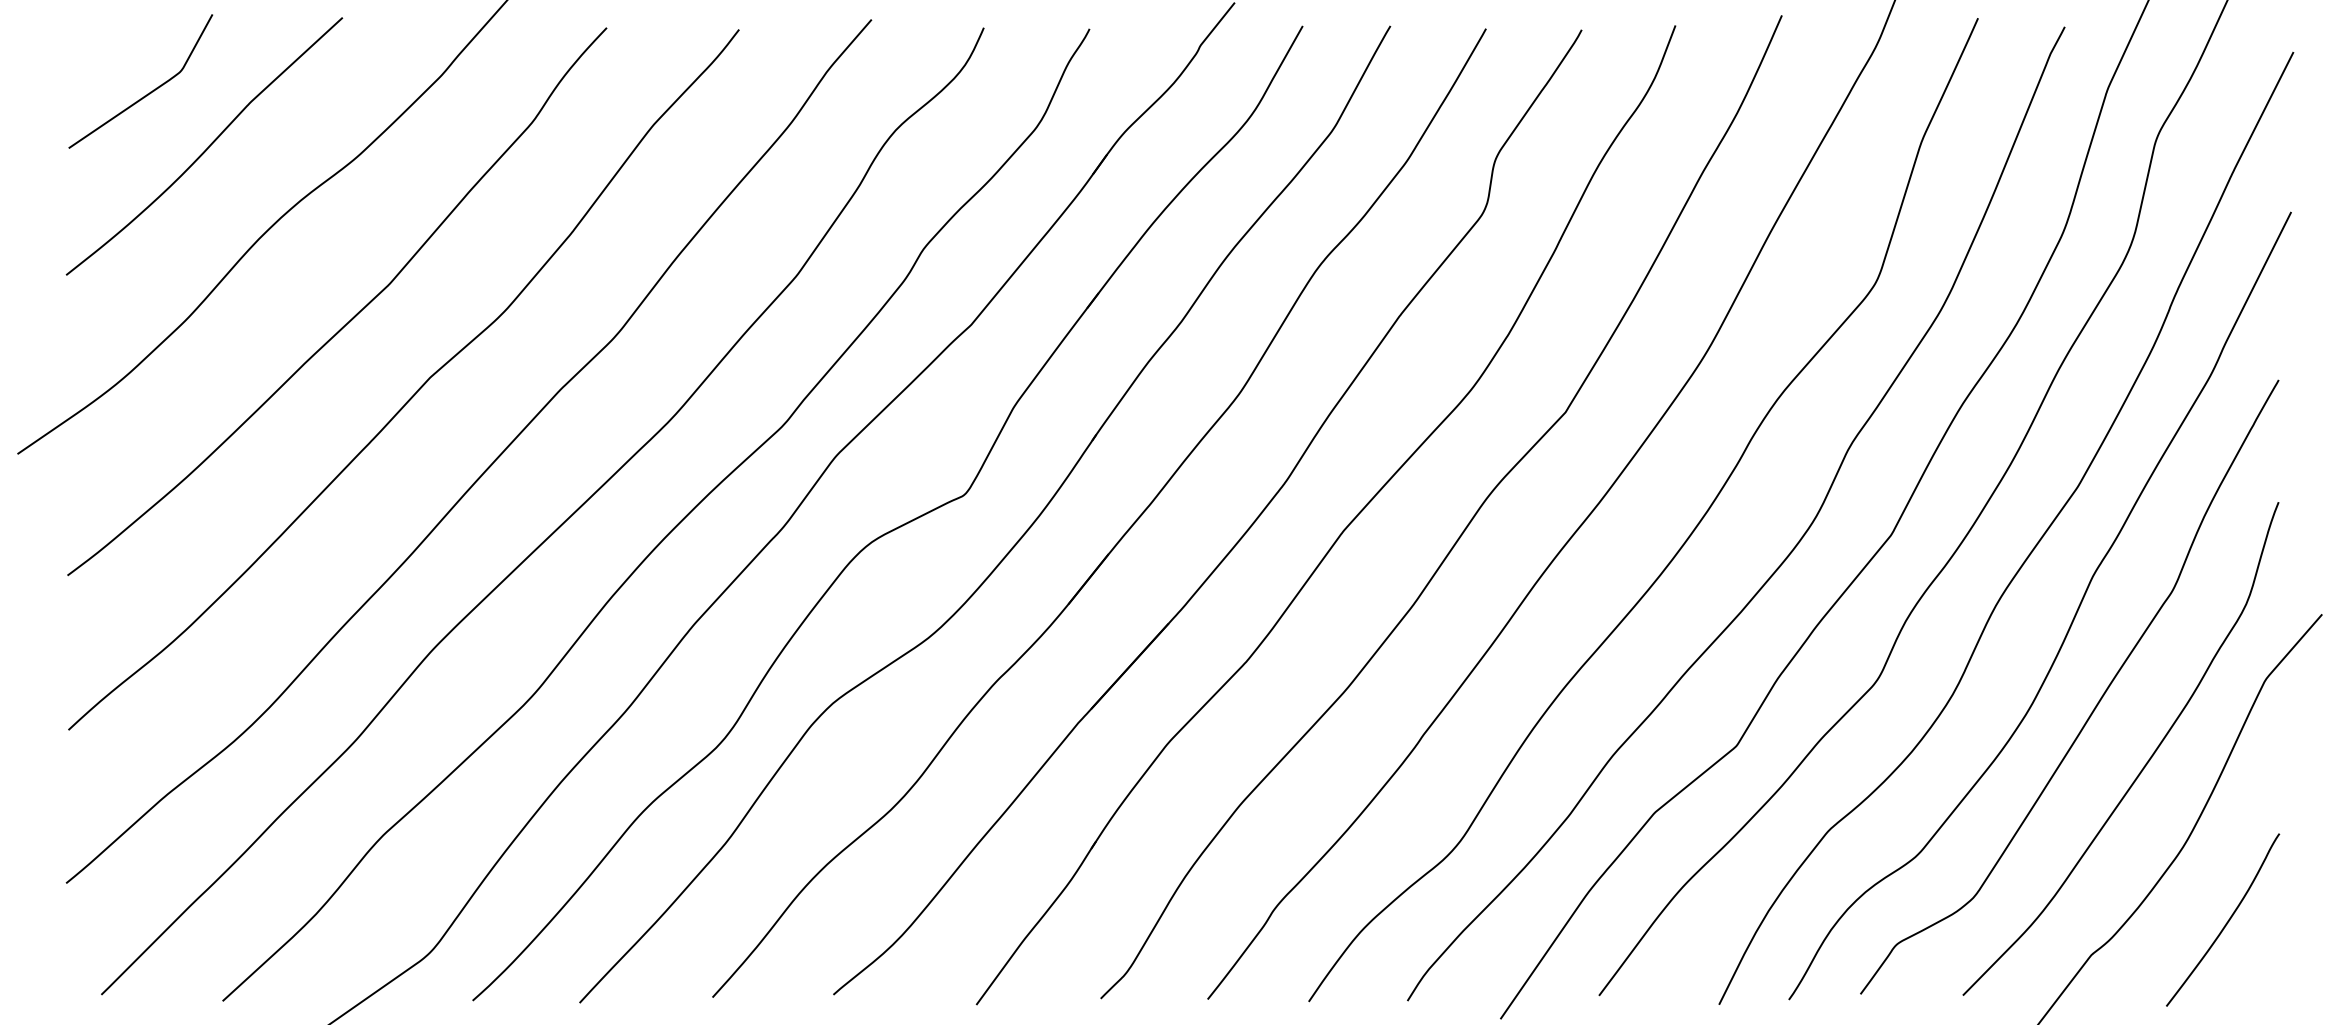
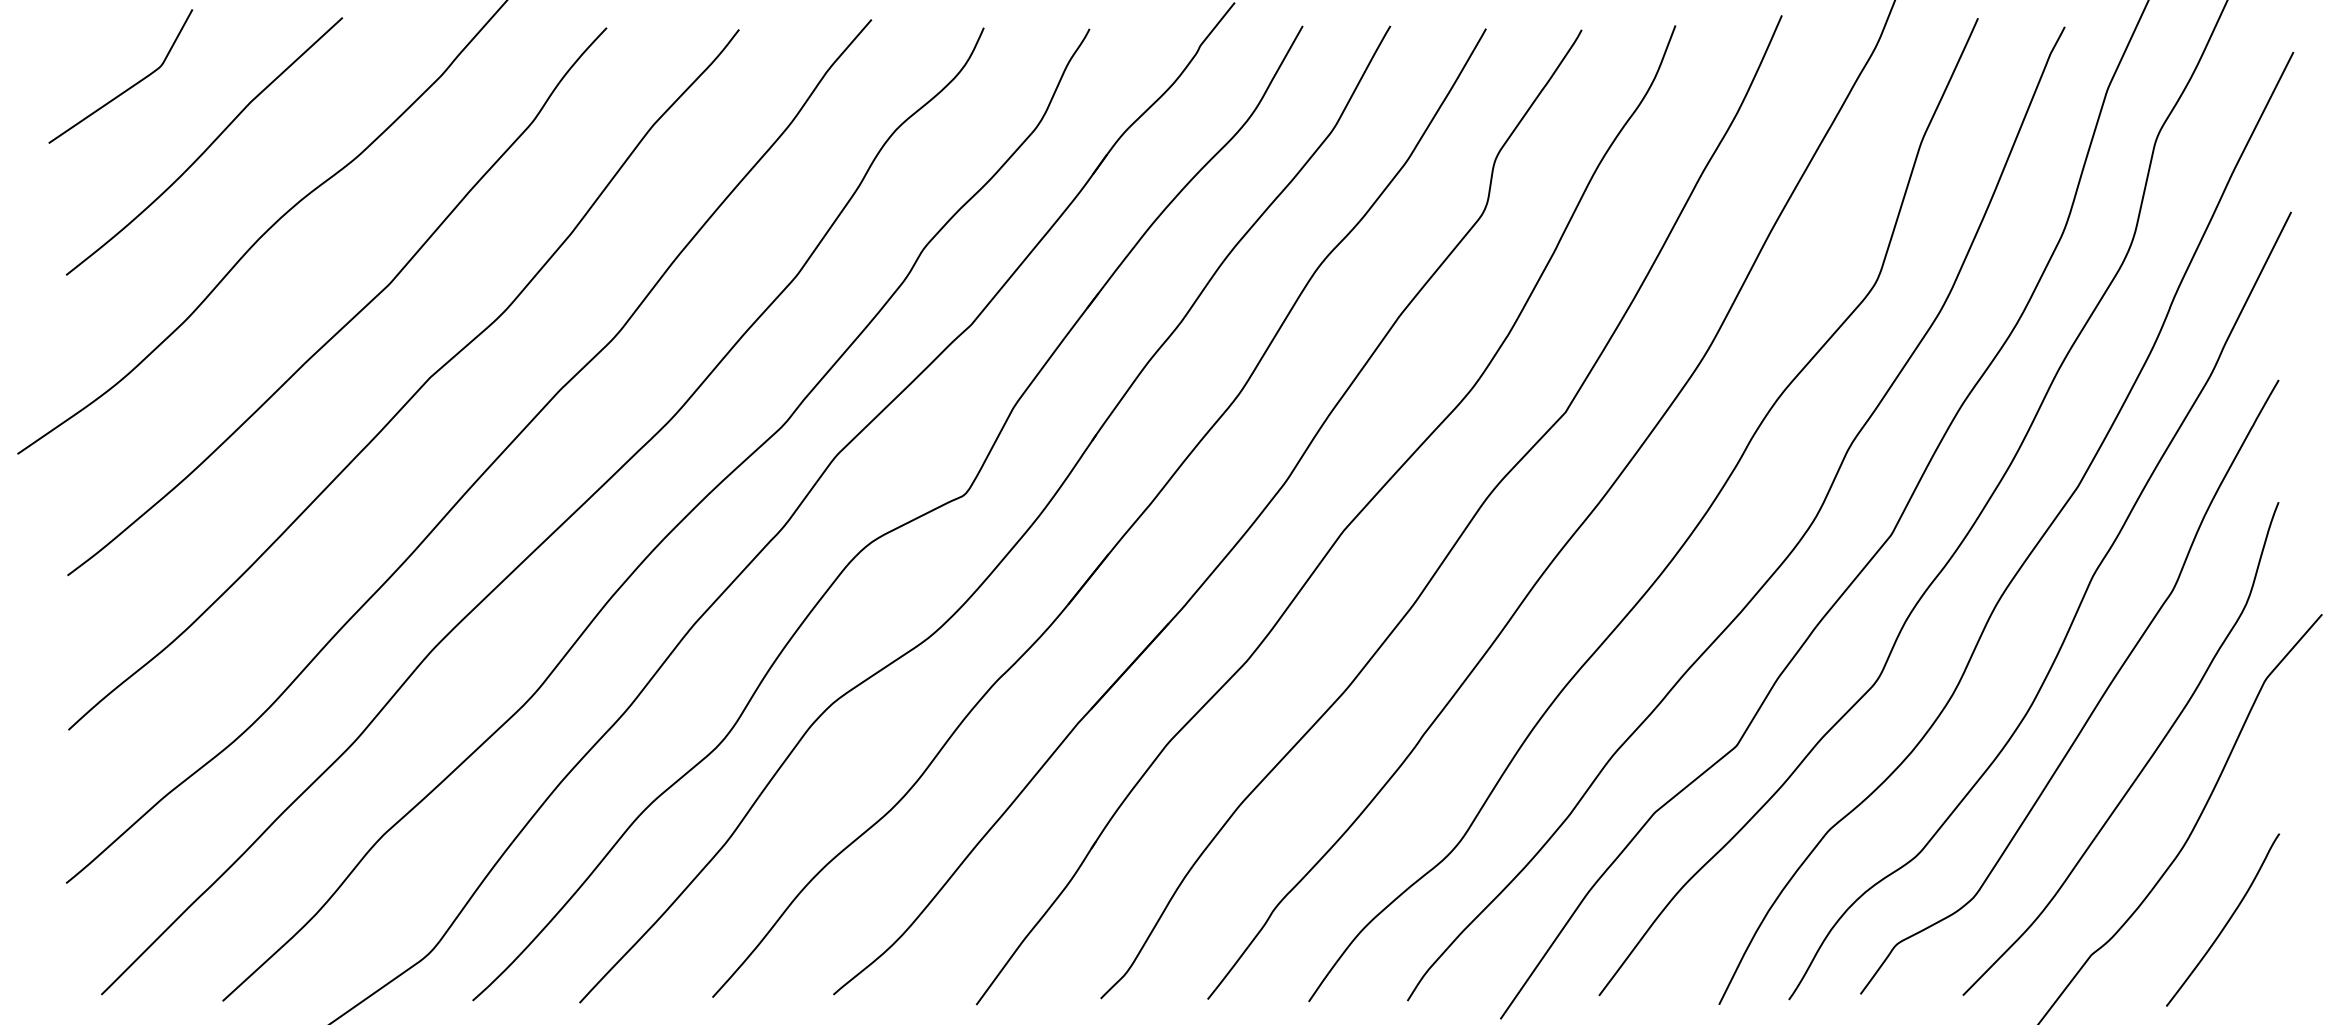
curve at (147, 93) position: (147, 93) -> (127, 88)
